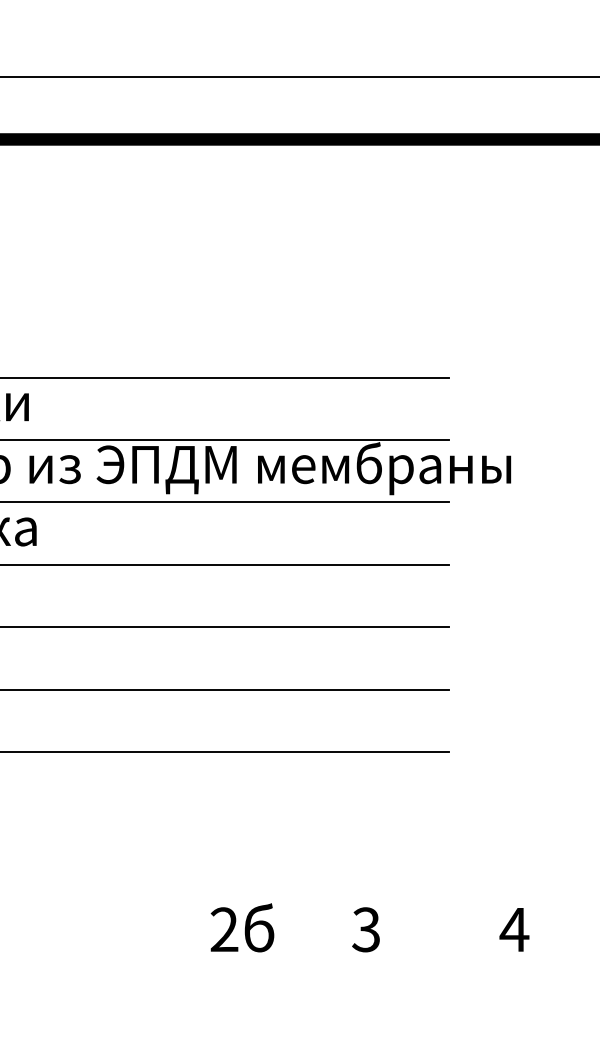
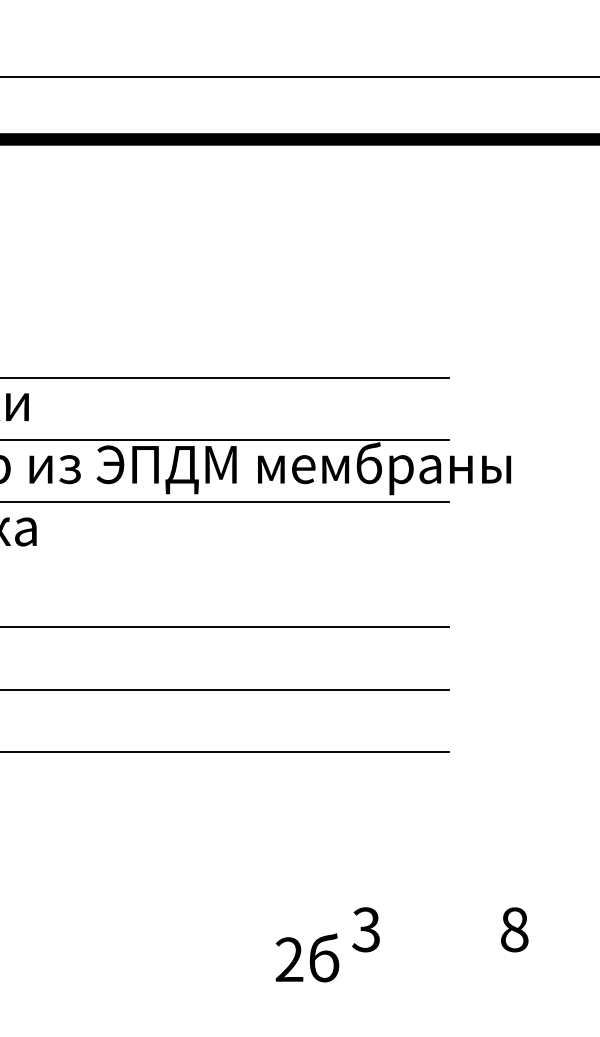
line at (225, 564): present -> none
text at (242, 927) position: (242, 927) -> (307, 957)
text at (514, 929): 4 -> 8
